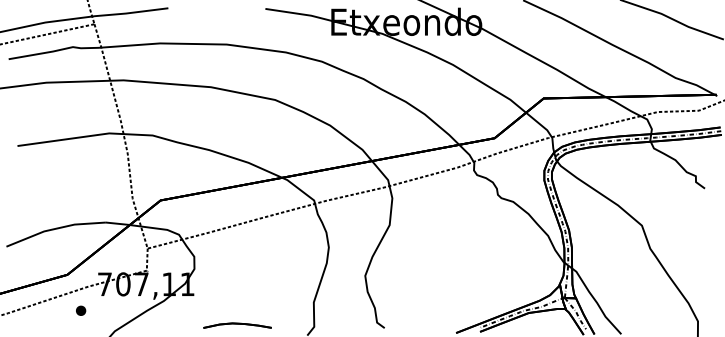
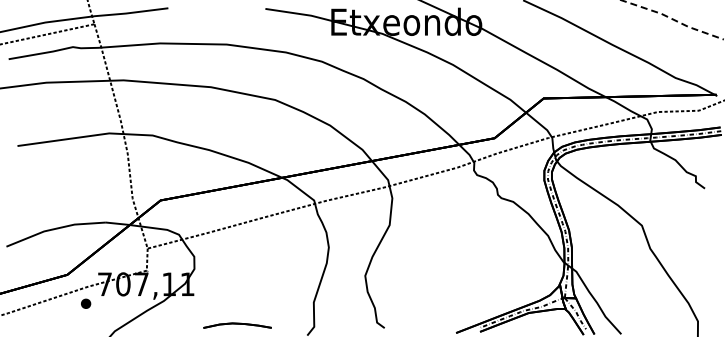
line at (672, 19): solid -> dashed
part at (81, 310) position: (81, 310) -> (86, 303)
